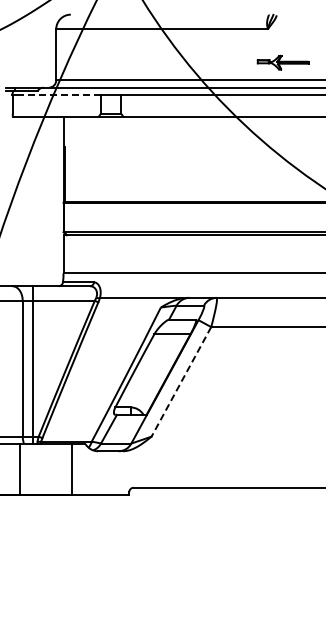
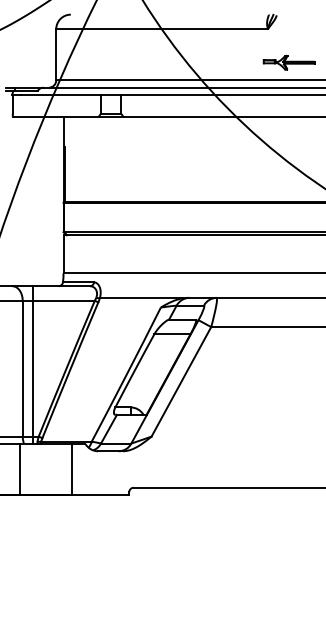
part at (282, 62) position: (282, 62) -> (288, 62)
line at (60, 95): dashed -> solid
line at (181, 382): dashed -> solid
